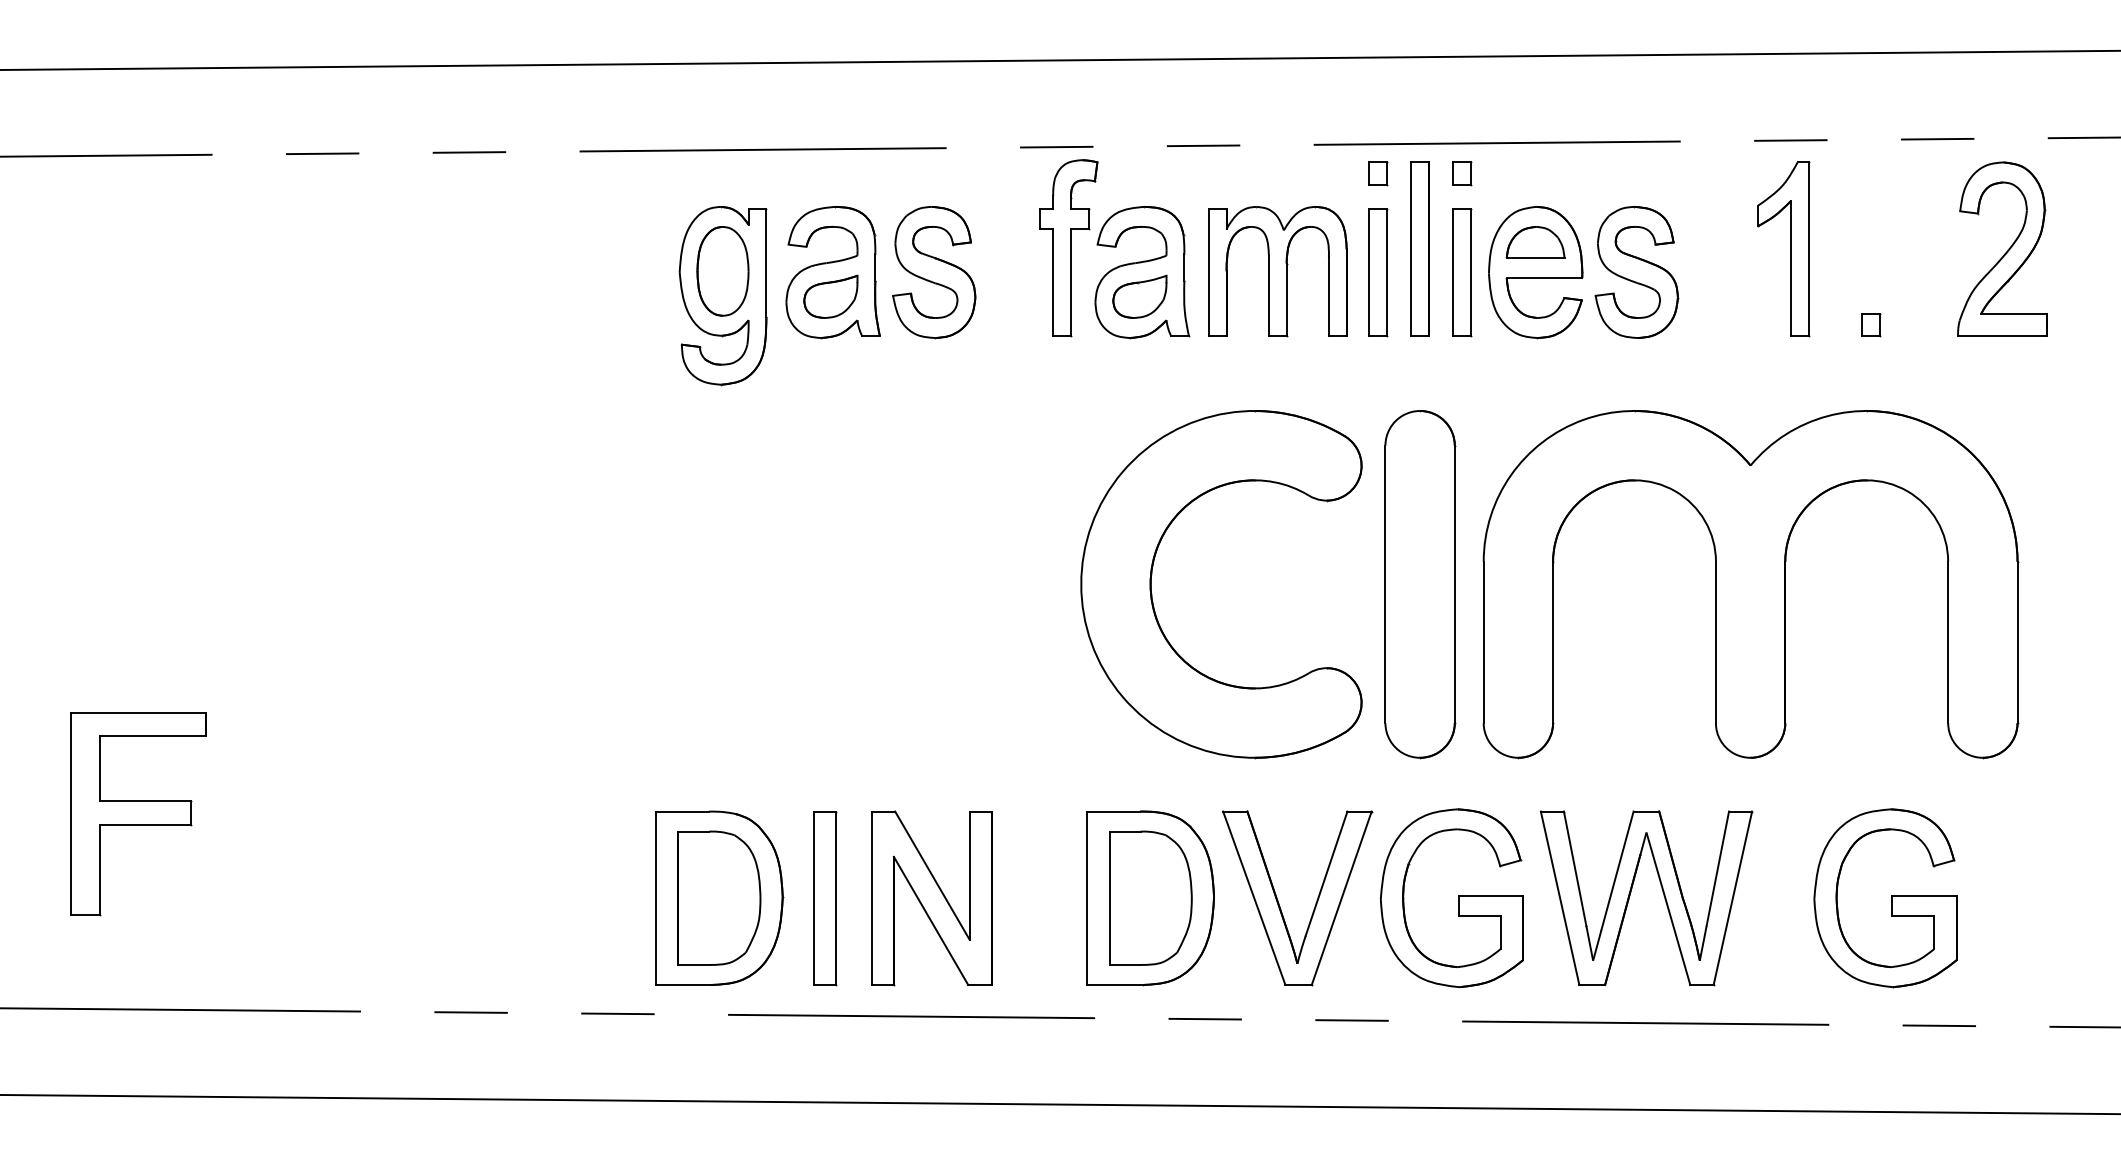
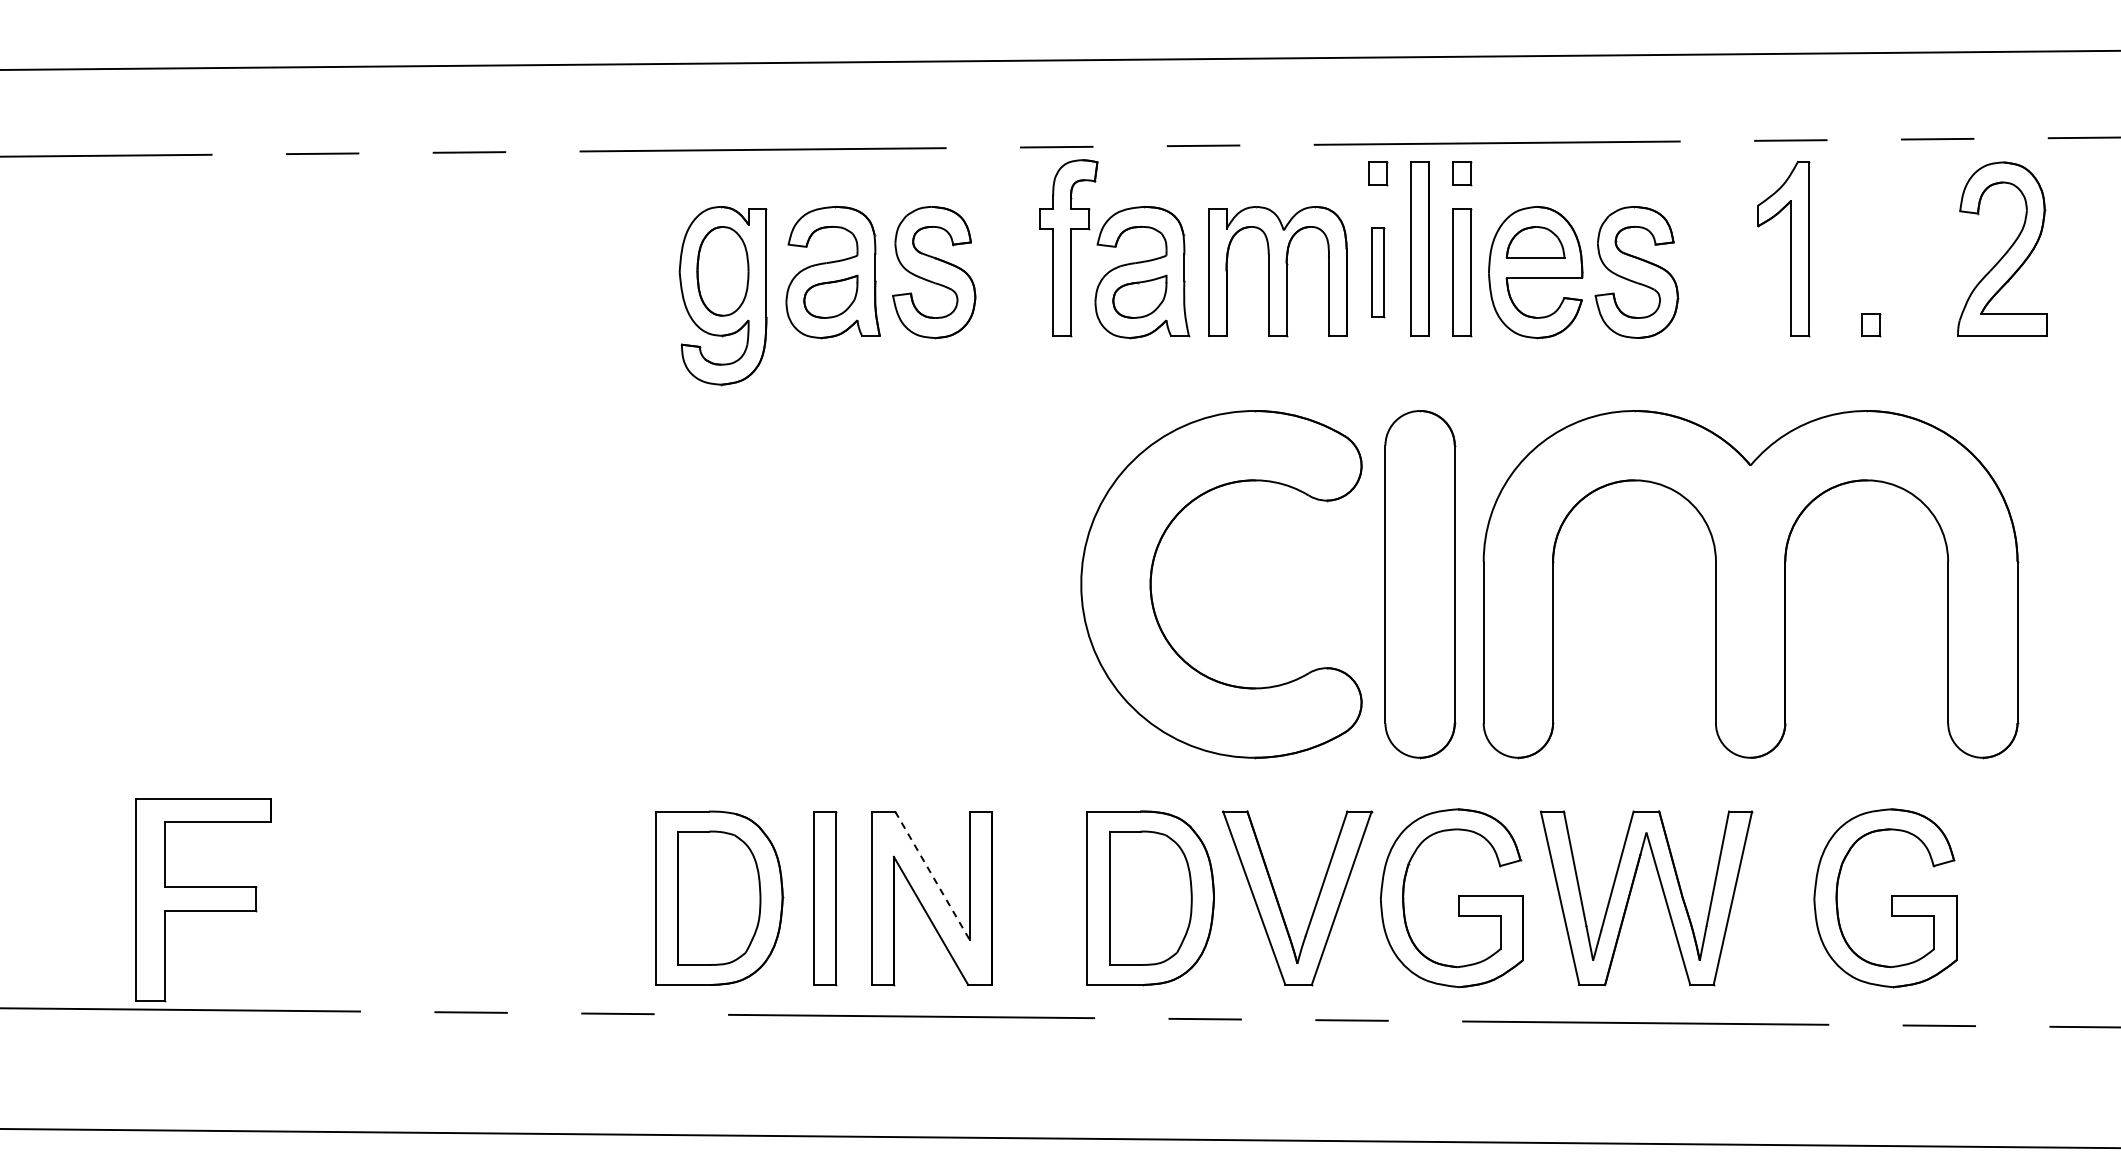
part at (1378, 272) size: 21x130 px -> 15x92 px
part at (138, 814) position: (138, 814) -> (203, 900)
line at (932, 876): solid -> dashed
line at (1059, 1104) position: (1059, 1104) -> (1059, 1138)
